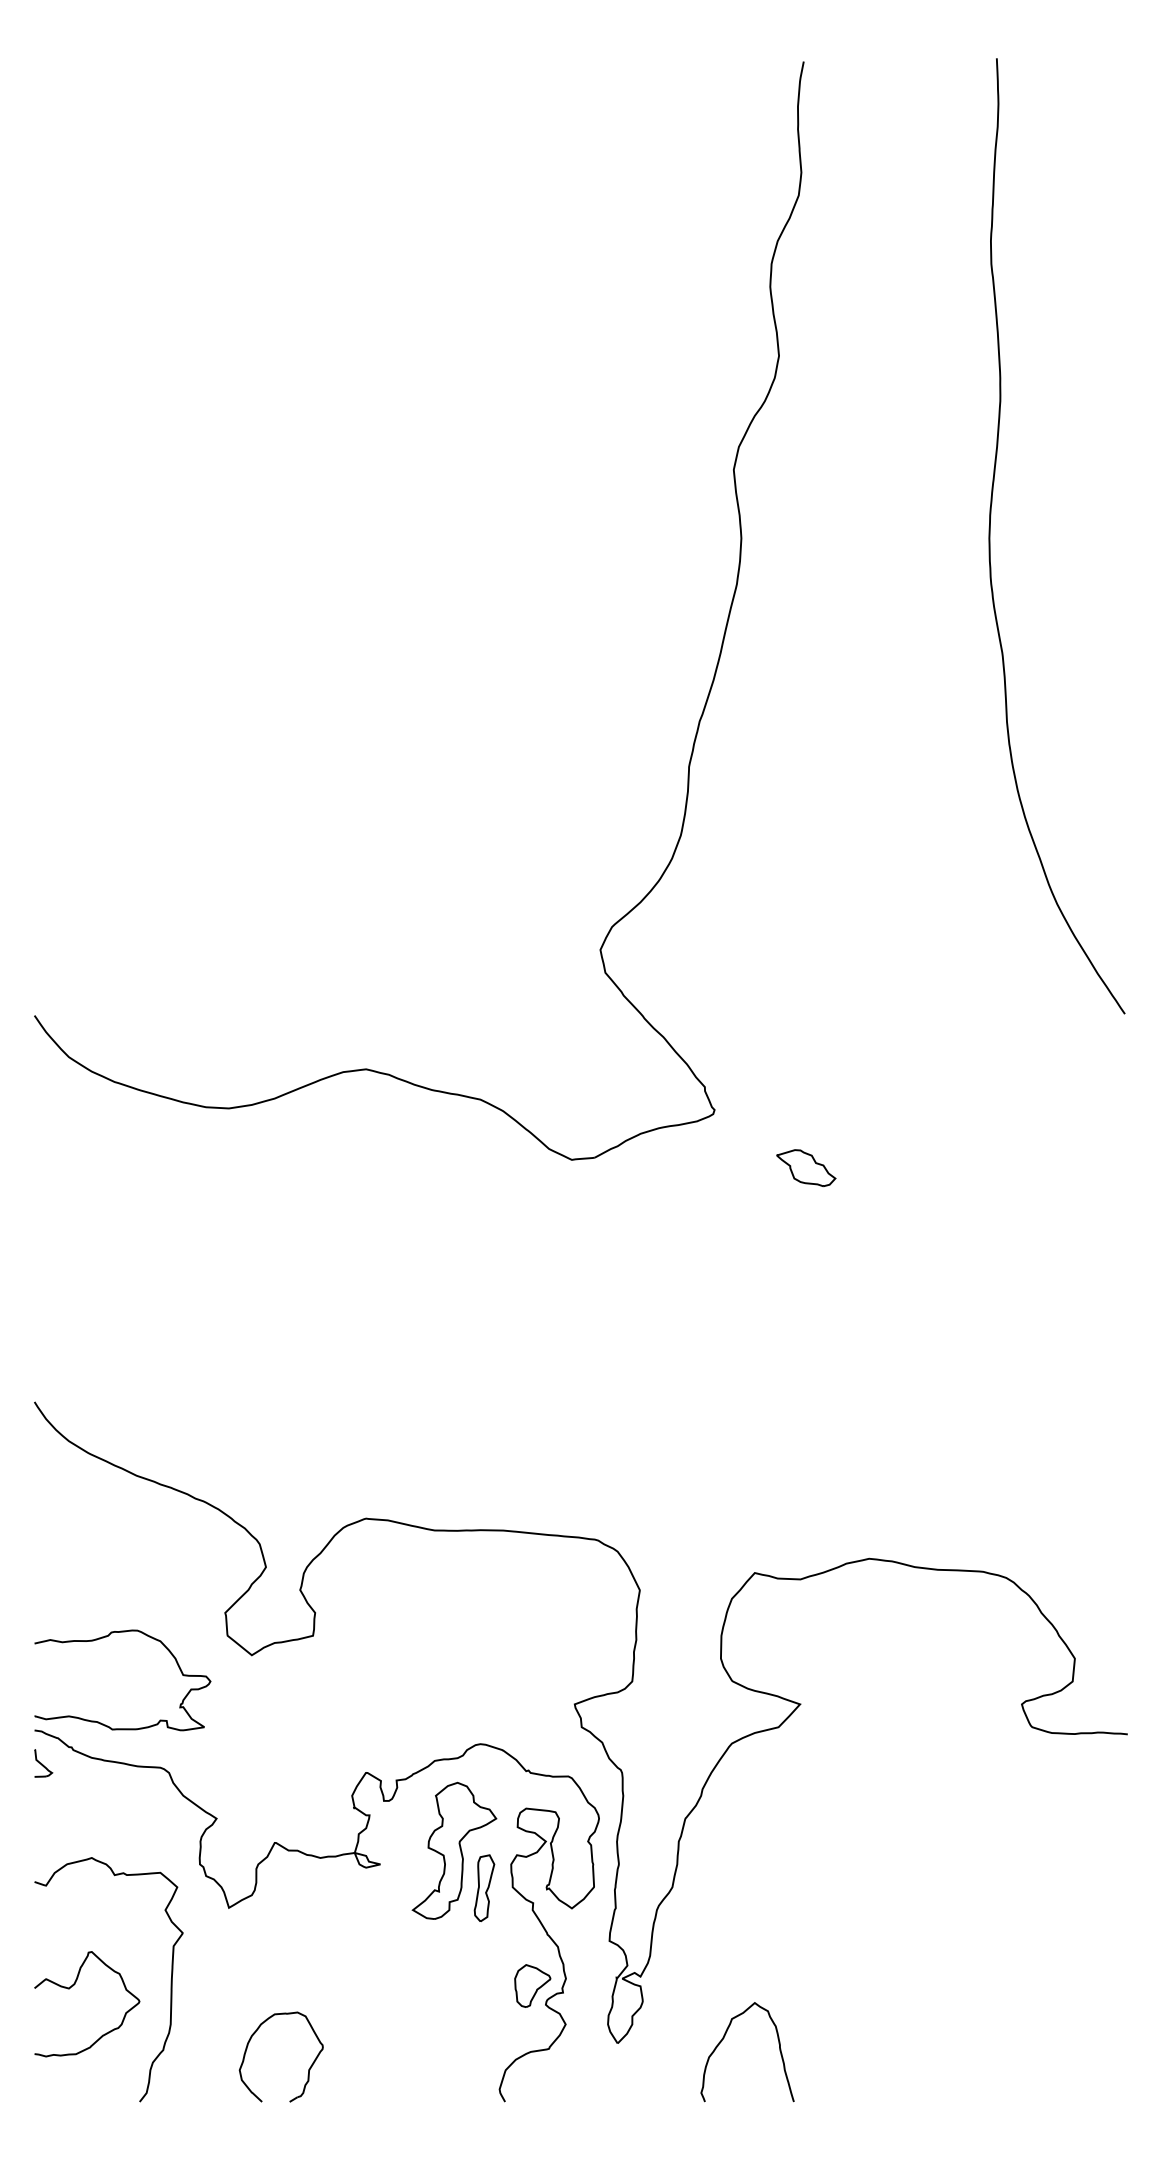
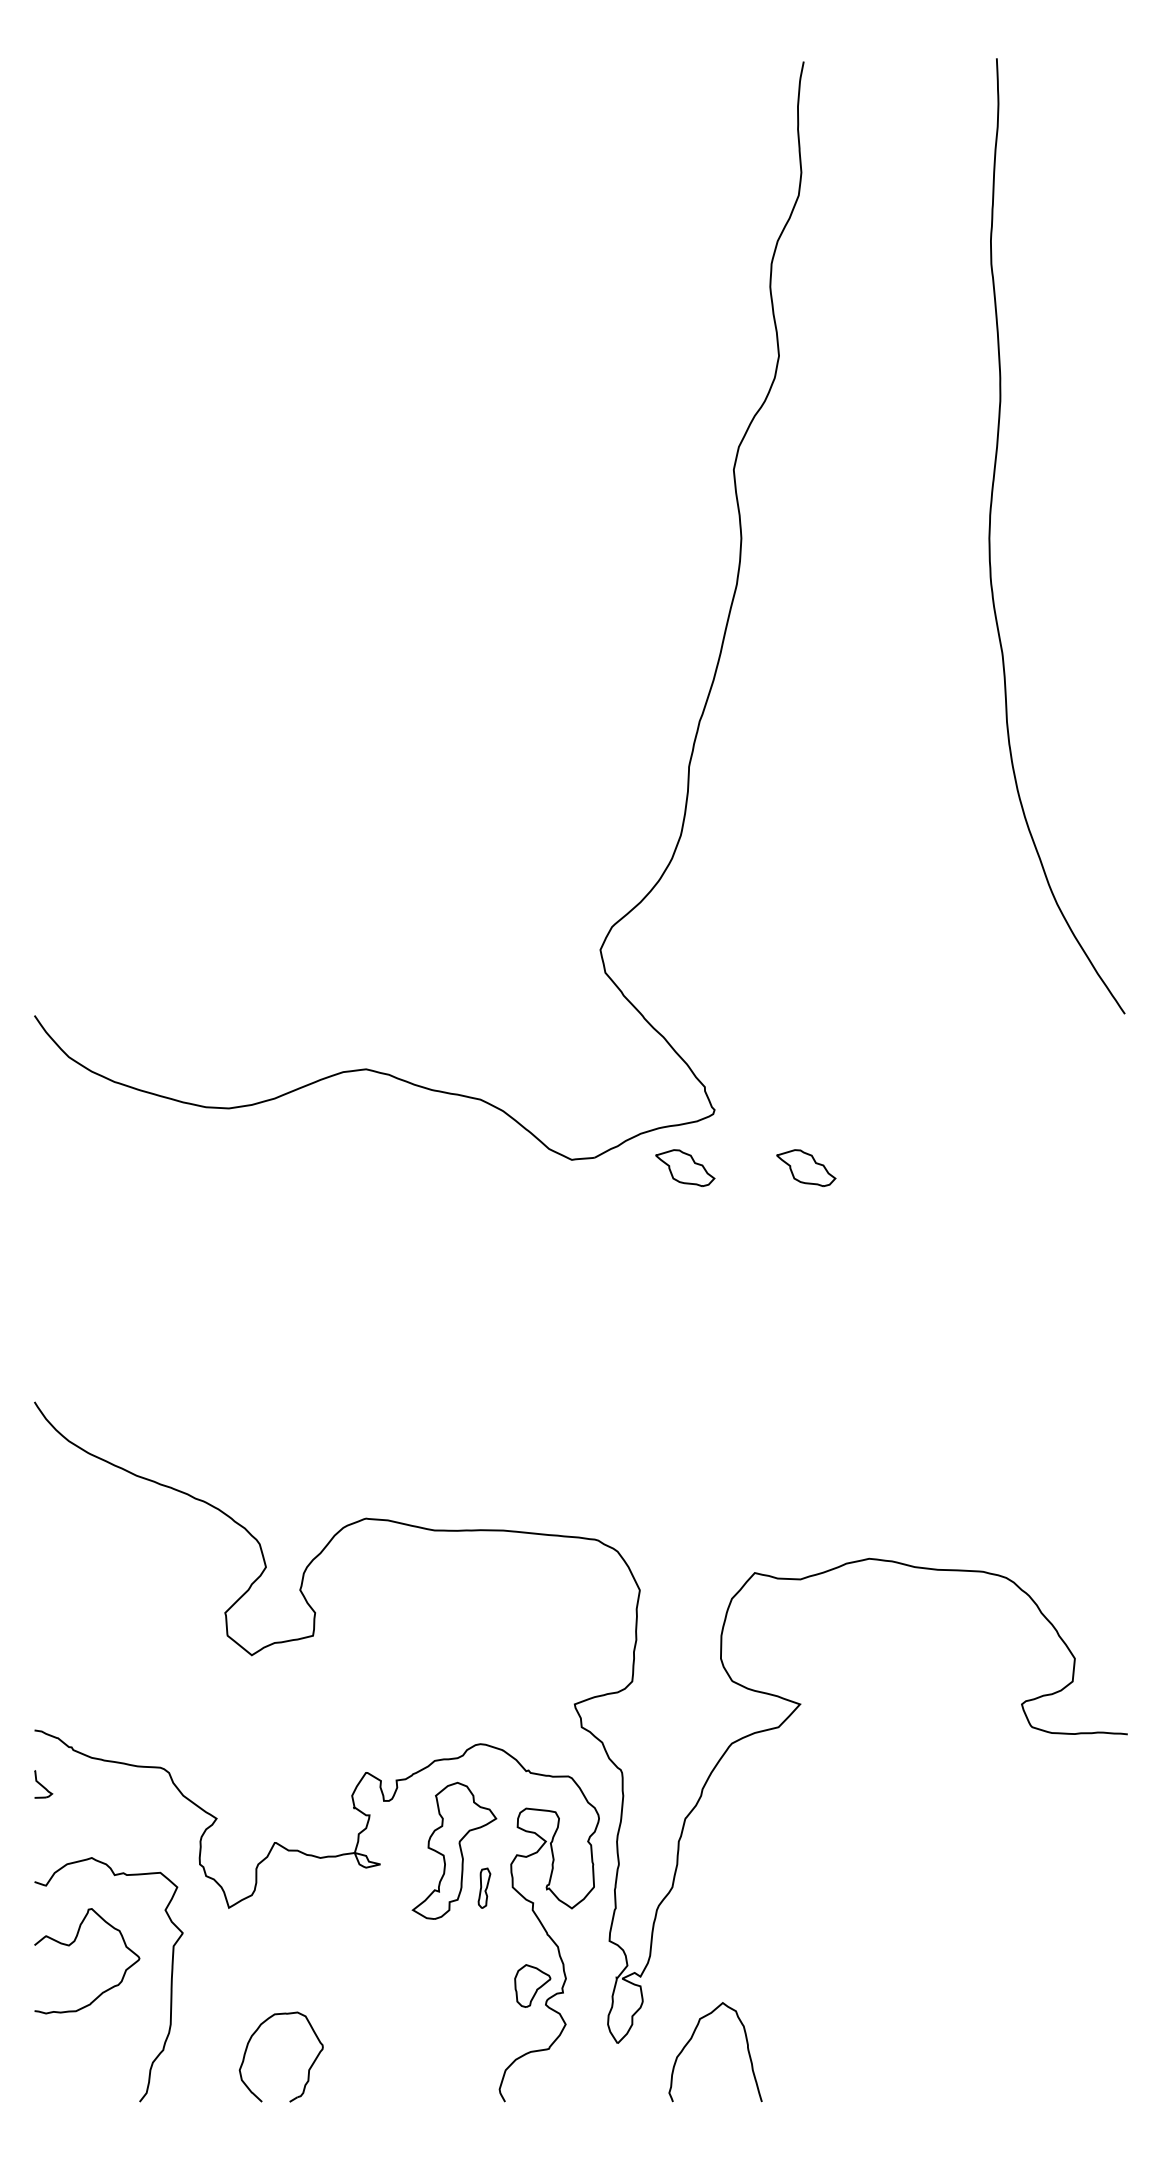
part at (685, 1168): none -> present
curve at (106, 1637): present -> none
part at (43, 1763) position: (43, 1763) -> (43, 1784)
part at (484, 1888) size: 23x69 px -> 15x42 px
curve at (73, 1986) position: (73, 1986) -> (73, 1943)
curve at (724, 2038) position: (724, 2038) -> (692, 2038)
